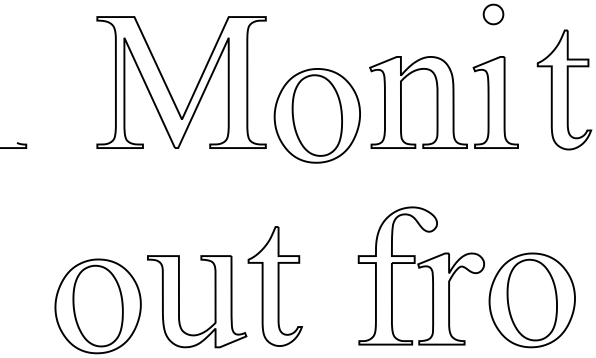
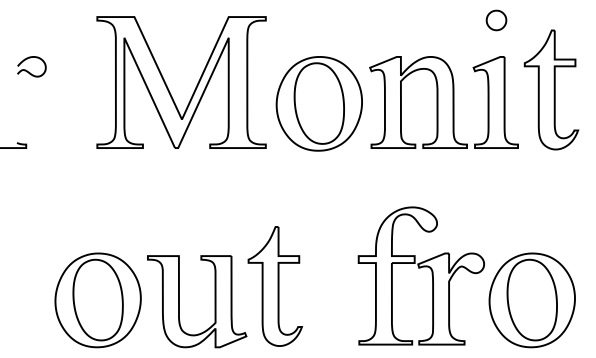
part at (493, 14) position: (493, 14) -> (496, 20)
curve at (29, 71): none -> present
part at (564, 89) position: (564, 89) -> (551, 89)
part at (316, 115) position: (316, 115) -> (318, 103)
part at (97, 306) position: (97, 306) -> (97, 300)
